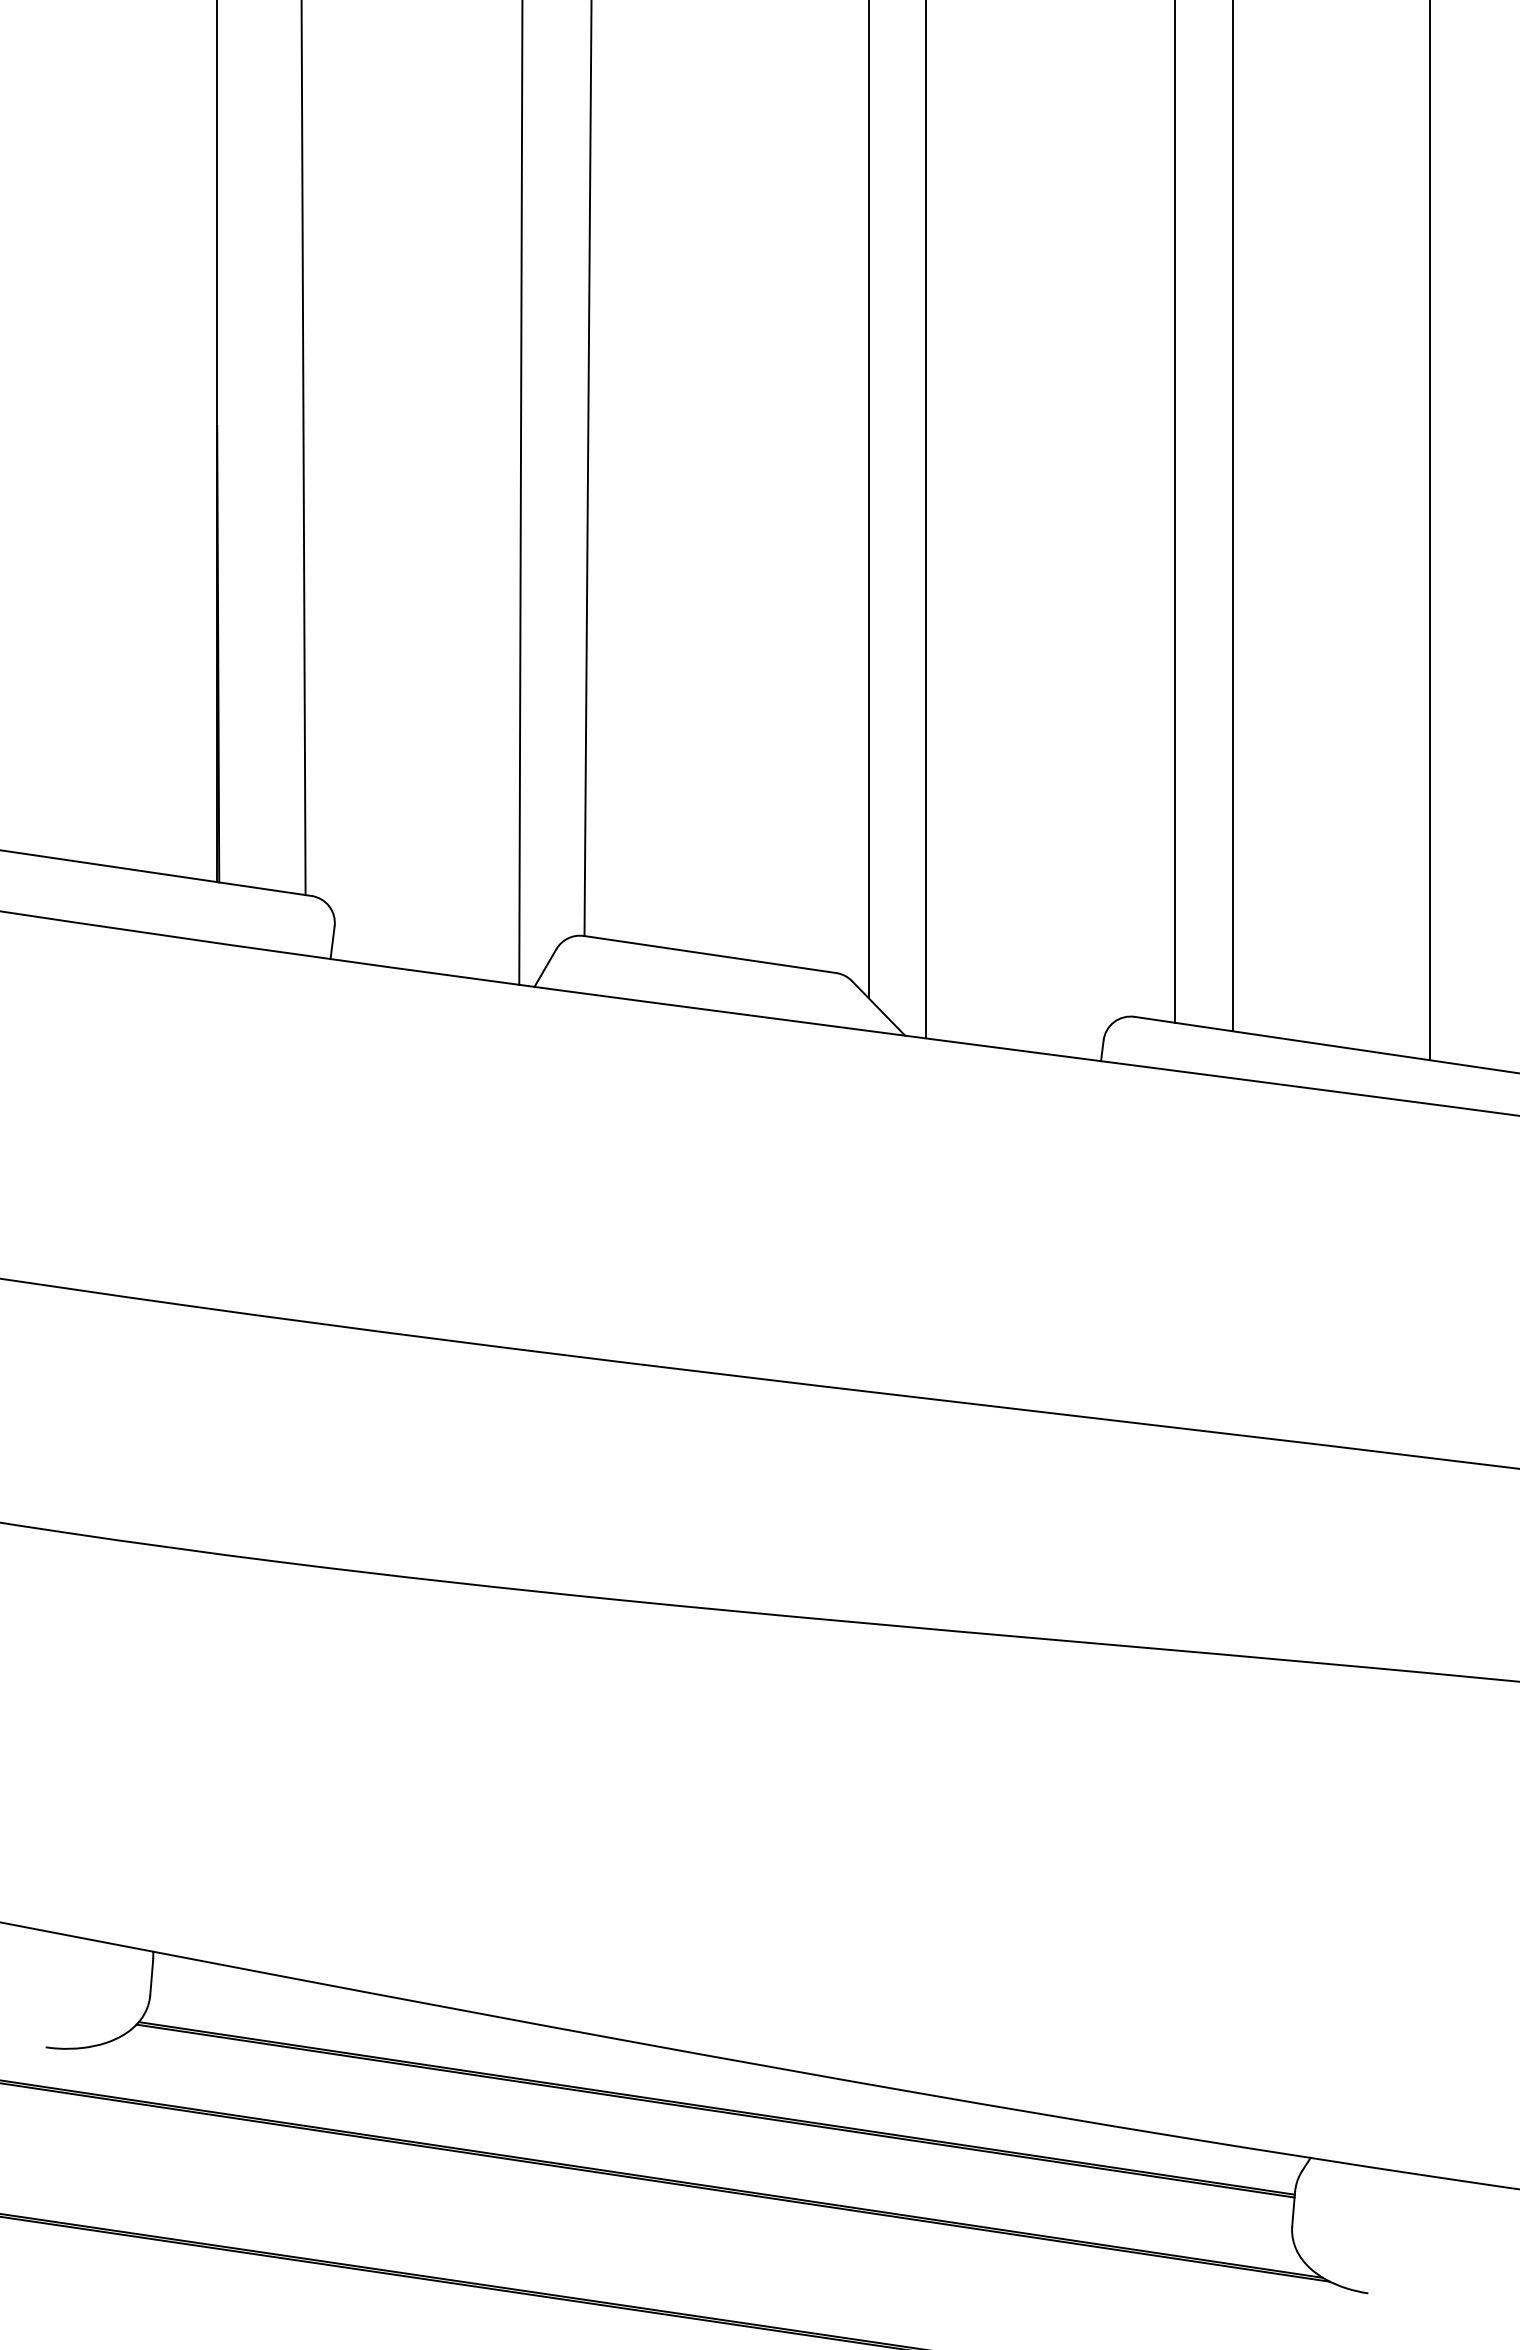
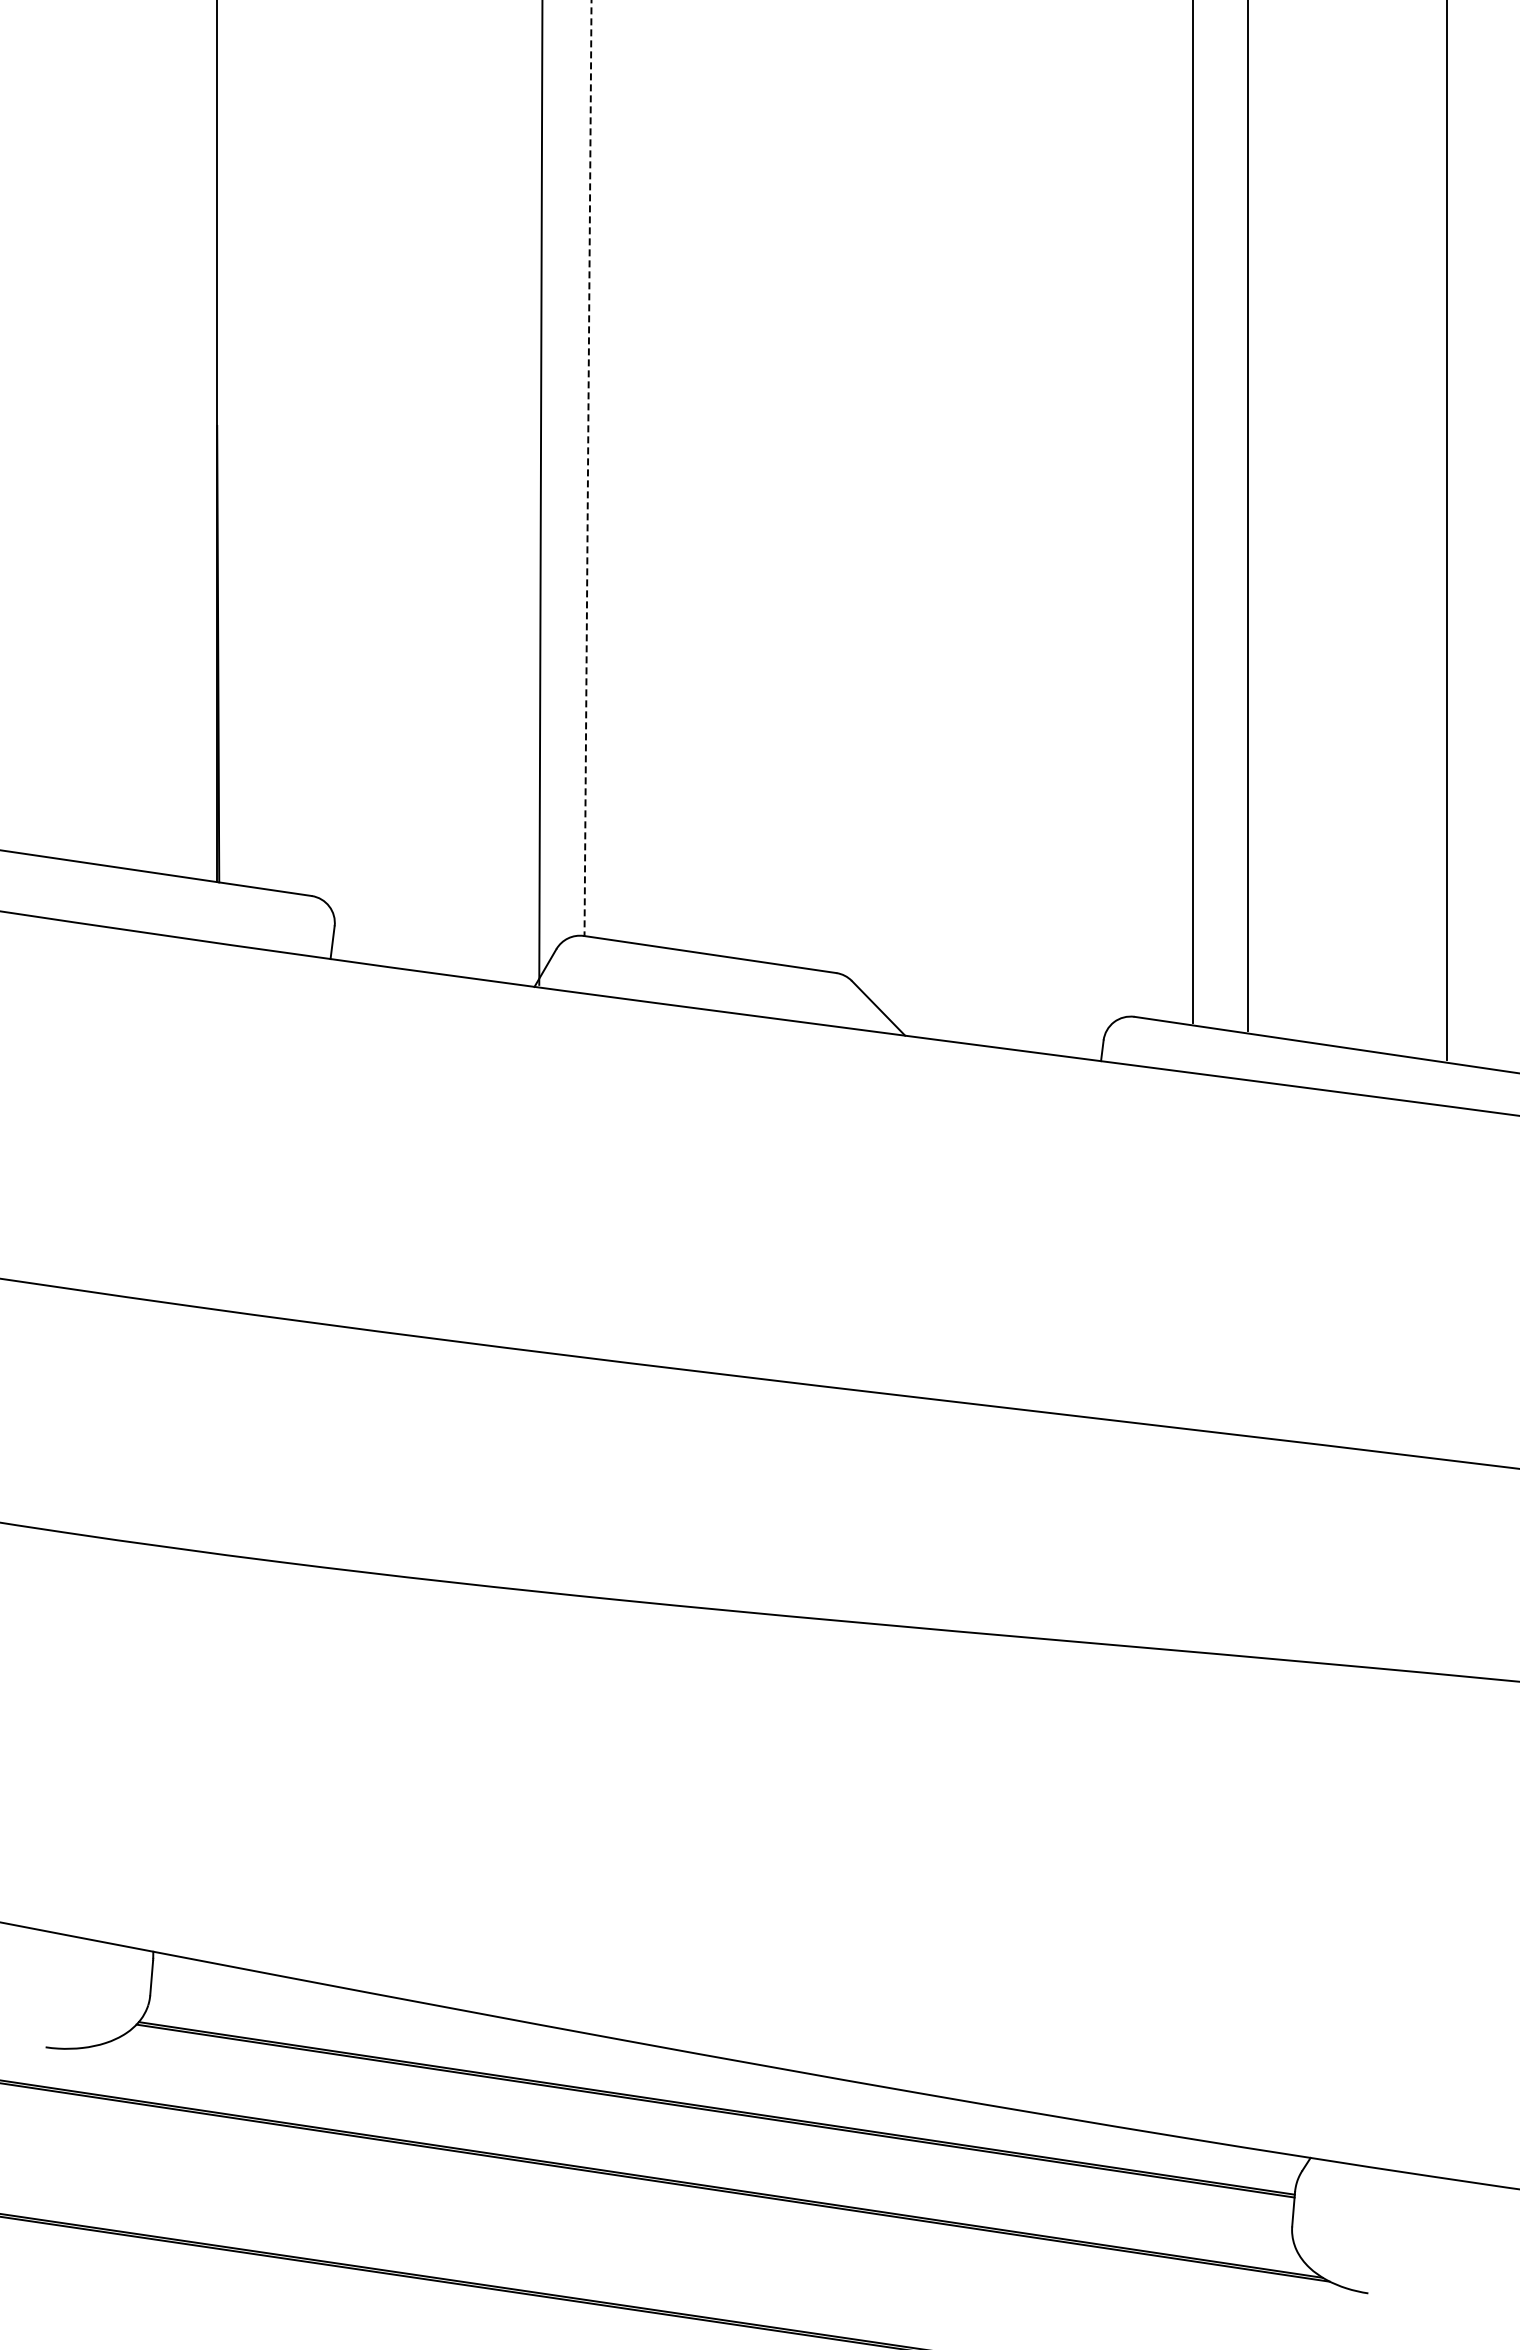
line at (303, 448): present -> none
line at (588, 468): solid -> dashed
line at (520, 493) position: (520, 493) -> (540, 493)
line at (868, 500): present -> none
line at (1175, 512) position: (1175, 512) -> (1193, 512)
line at (1232, 516) position: (1232, 516) -> (1247, 516)
line at (926, 520): present -> none
line at (1430, 531) position: (1430, 531) -> (1447, 531)
